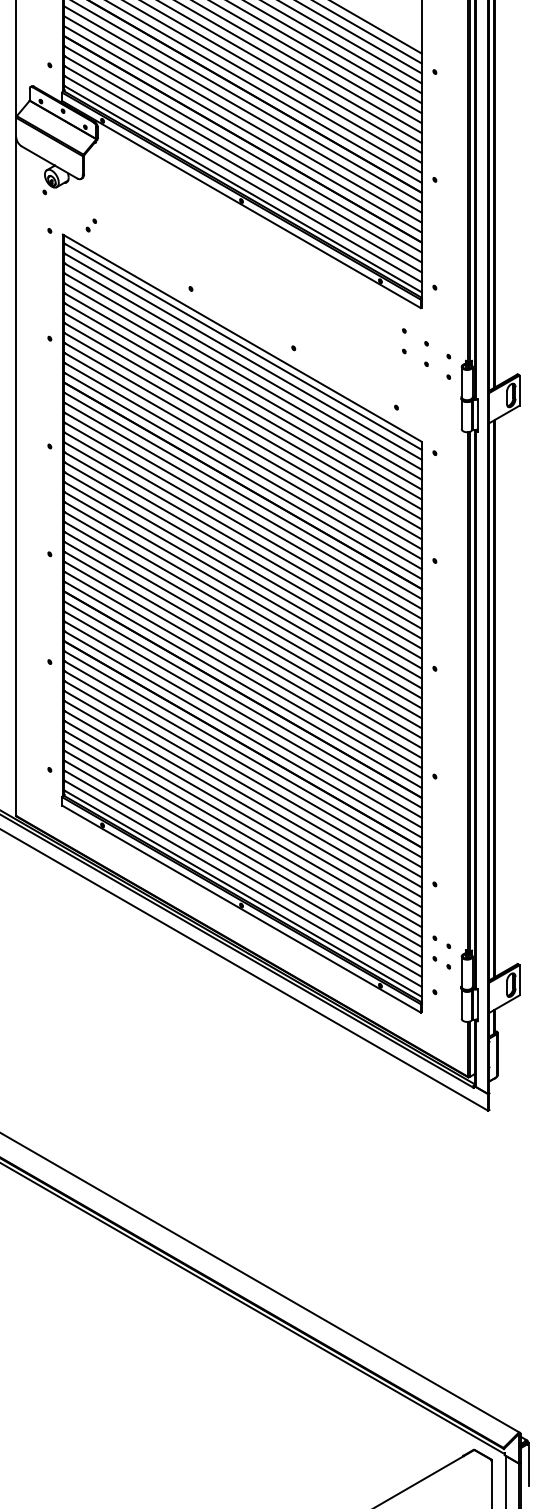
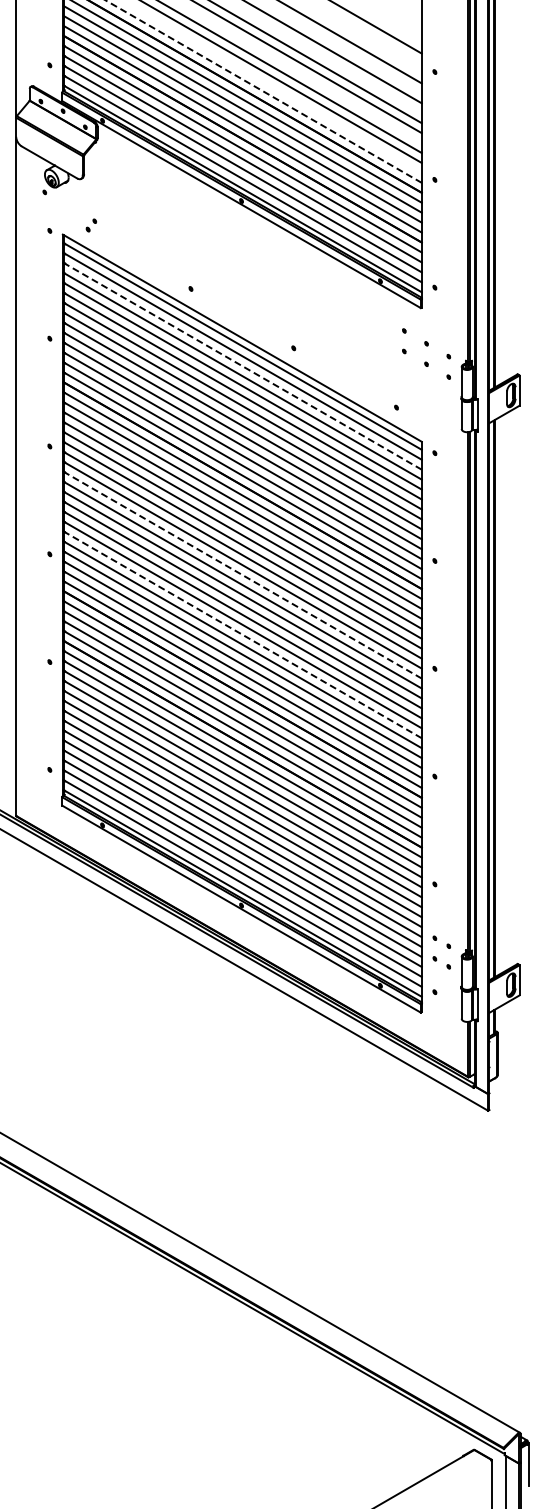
line at (368, 32): present -> none
line at (359, 37): present -> none
line at (342, 47): present -> none
line at (325, 57): present -> none
line at (299, 72): present -> none
line at (273, 87): present -> none
line at (263, 91): solid -> dashed
line at (242, 366): solid -> dashed
line at (242, 575): solid -> dashed
line at (242, 634): solid -> dashed
